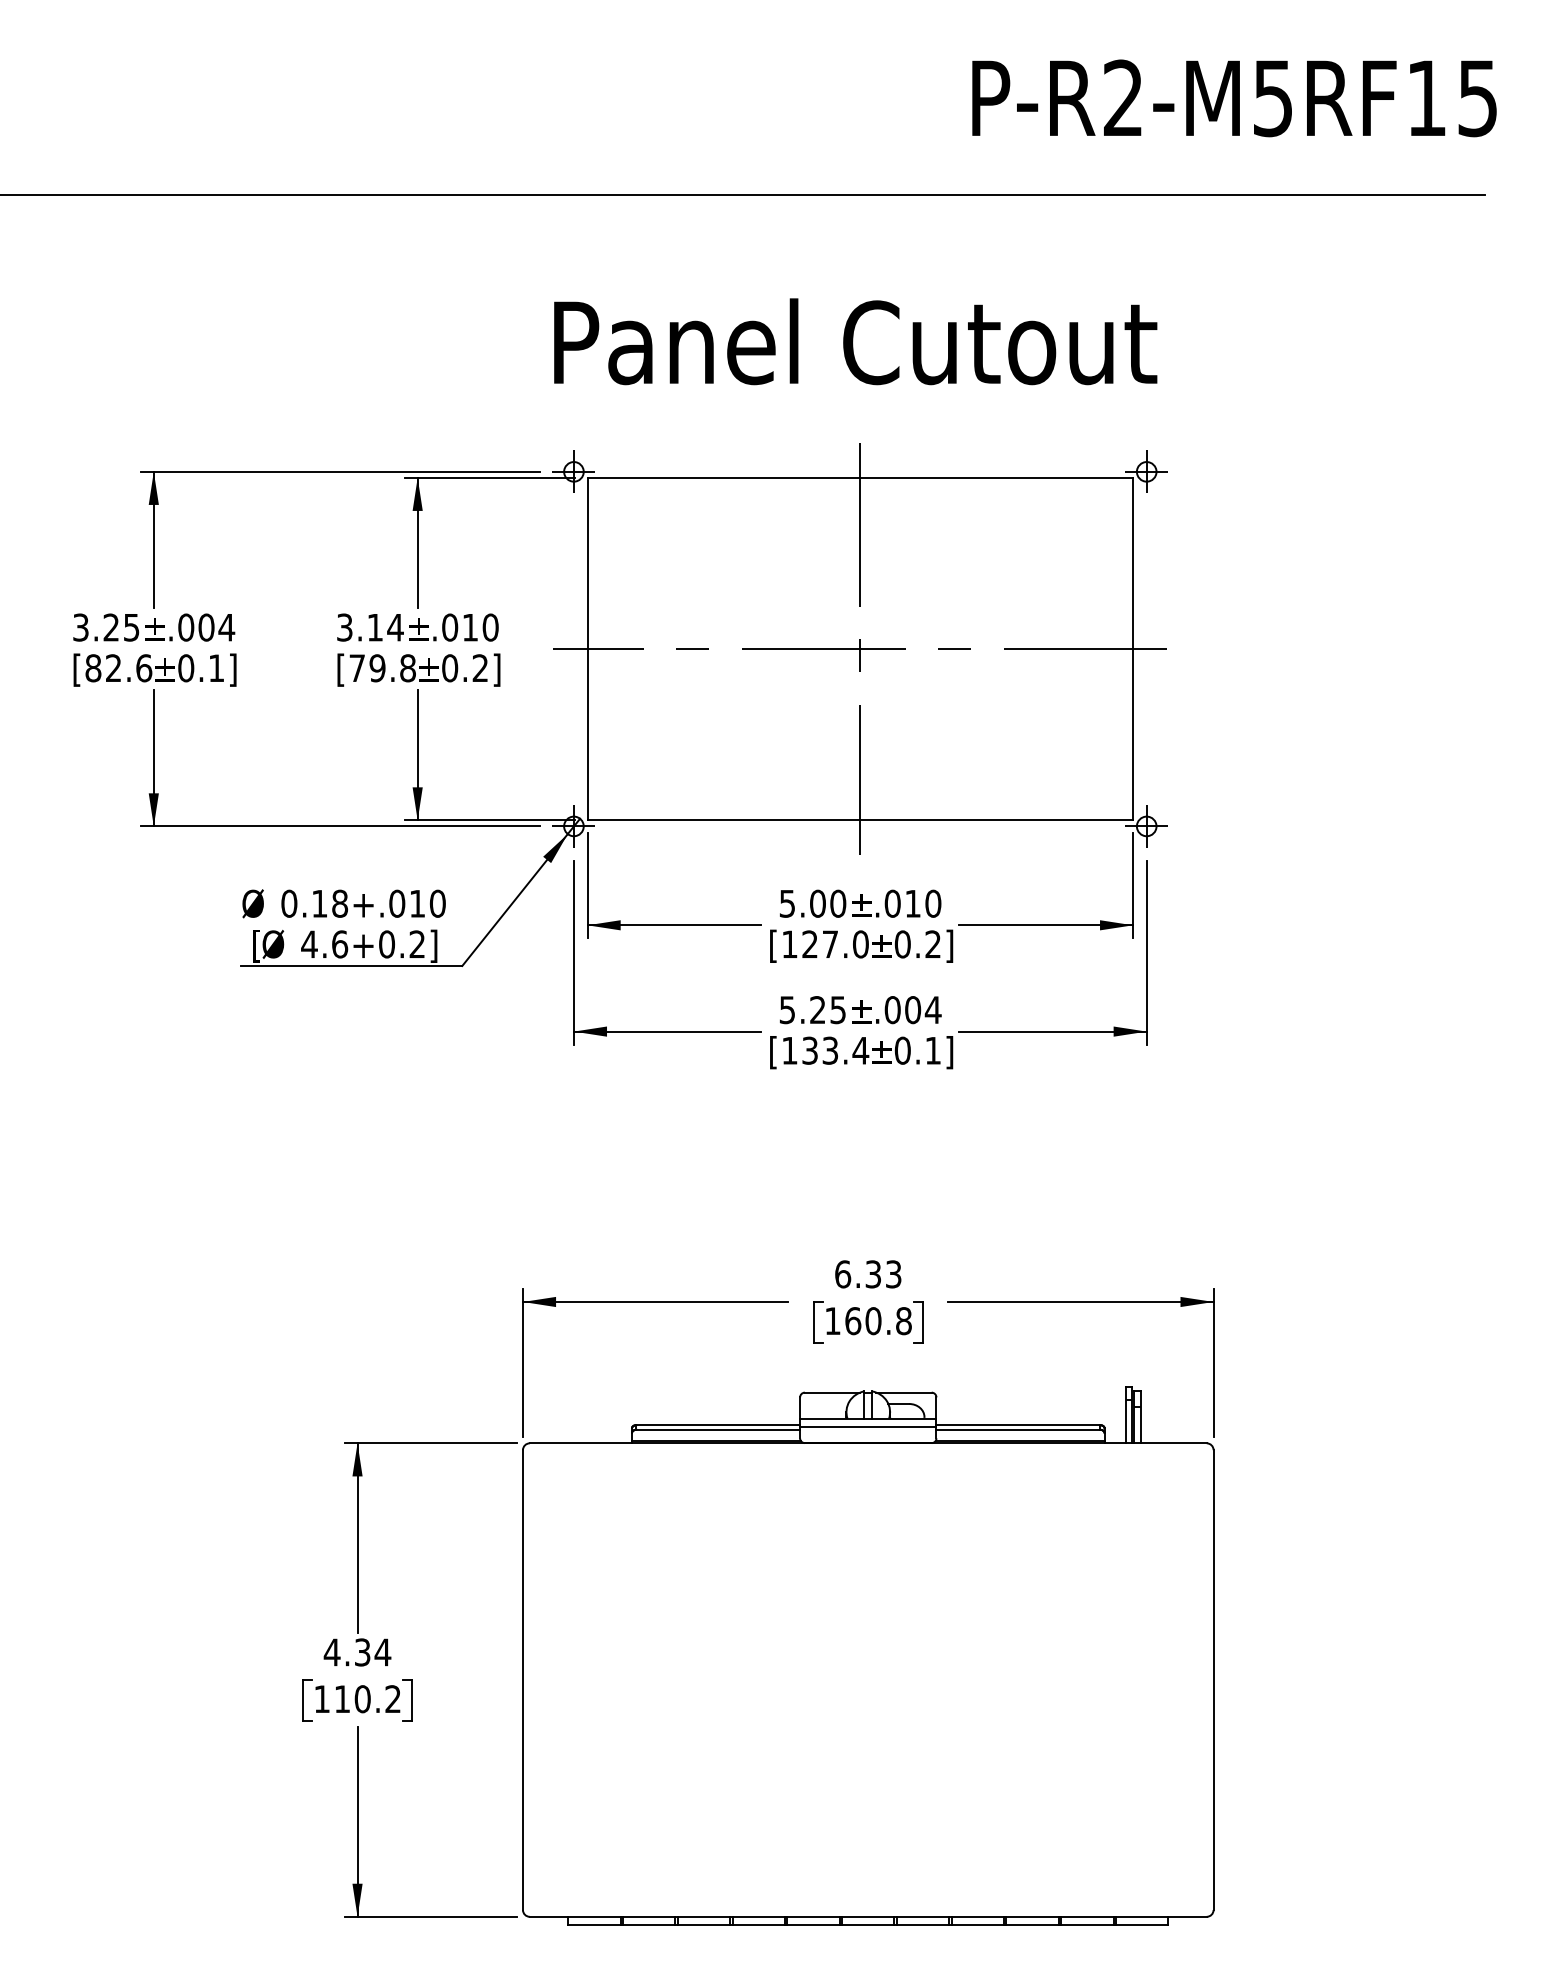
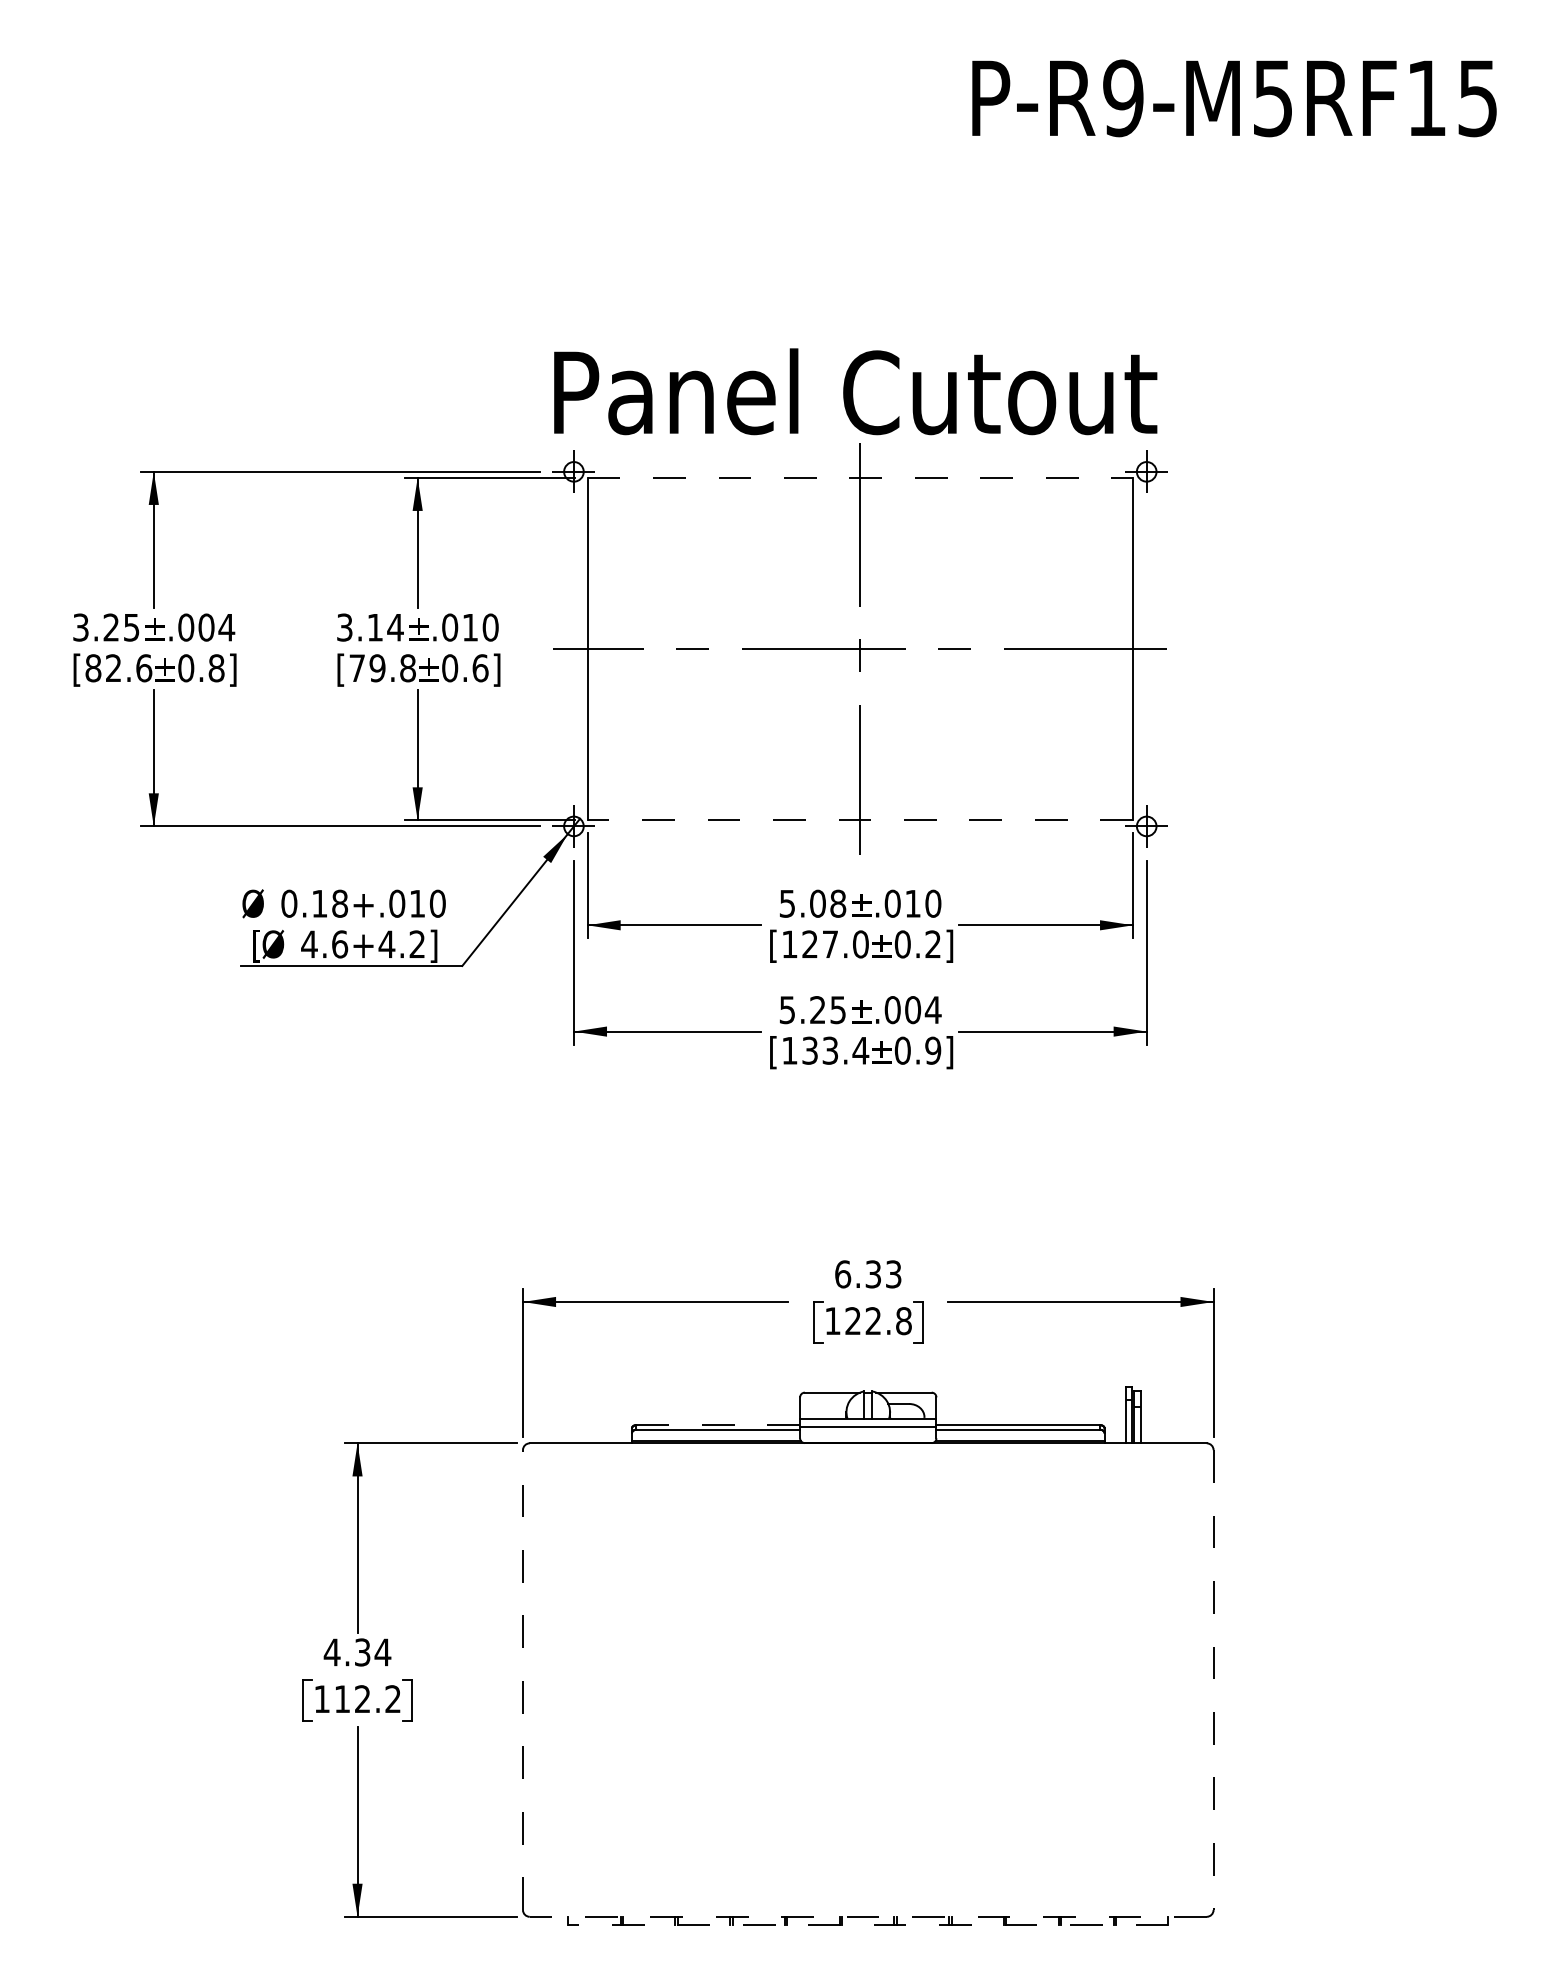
text at (1123, 98): P-R2-M5RF15 -> P-R9-M5RF15
line at (743, 195): present -> none
text at (855, 341) position: (855, 341) -> (855, 391)
line at (860, 477): solid -> dashed
text at (216, 668): 0.1] -> 0.8]
text at (480, 668): 0.2] -> 0.6]
line at (860, 820): solid -> dashed
text at (838, 903): 5.00 -> 5.08
text at (386, 944): 4.6+0.2] -> 4.6+4.2]
text at (933, 1050): 0.1] -> 0.9]
text at (863, 1321): 160.8 -> 122.8
line at (718, 1425): solid -> dashed
line at (522, 1680): solid -> dashed
line at (1213, 1680): solid -> dashed
text at (362, 1699): 110.2 -> 112.2
line at (867, 1916): solid -> dashed
line at (867, 1925): solid -> dashed
